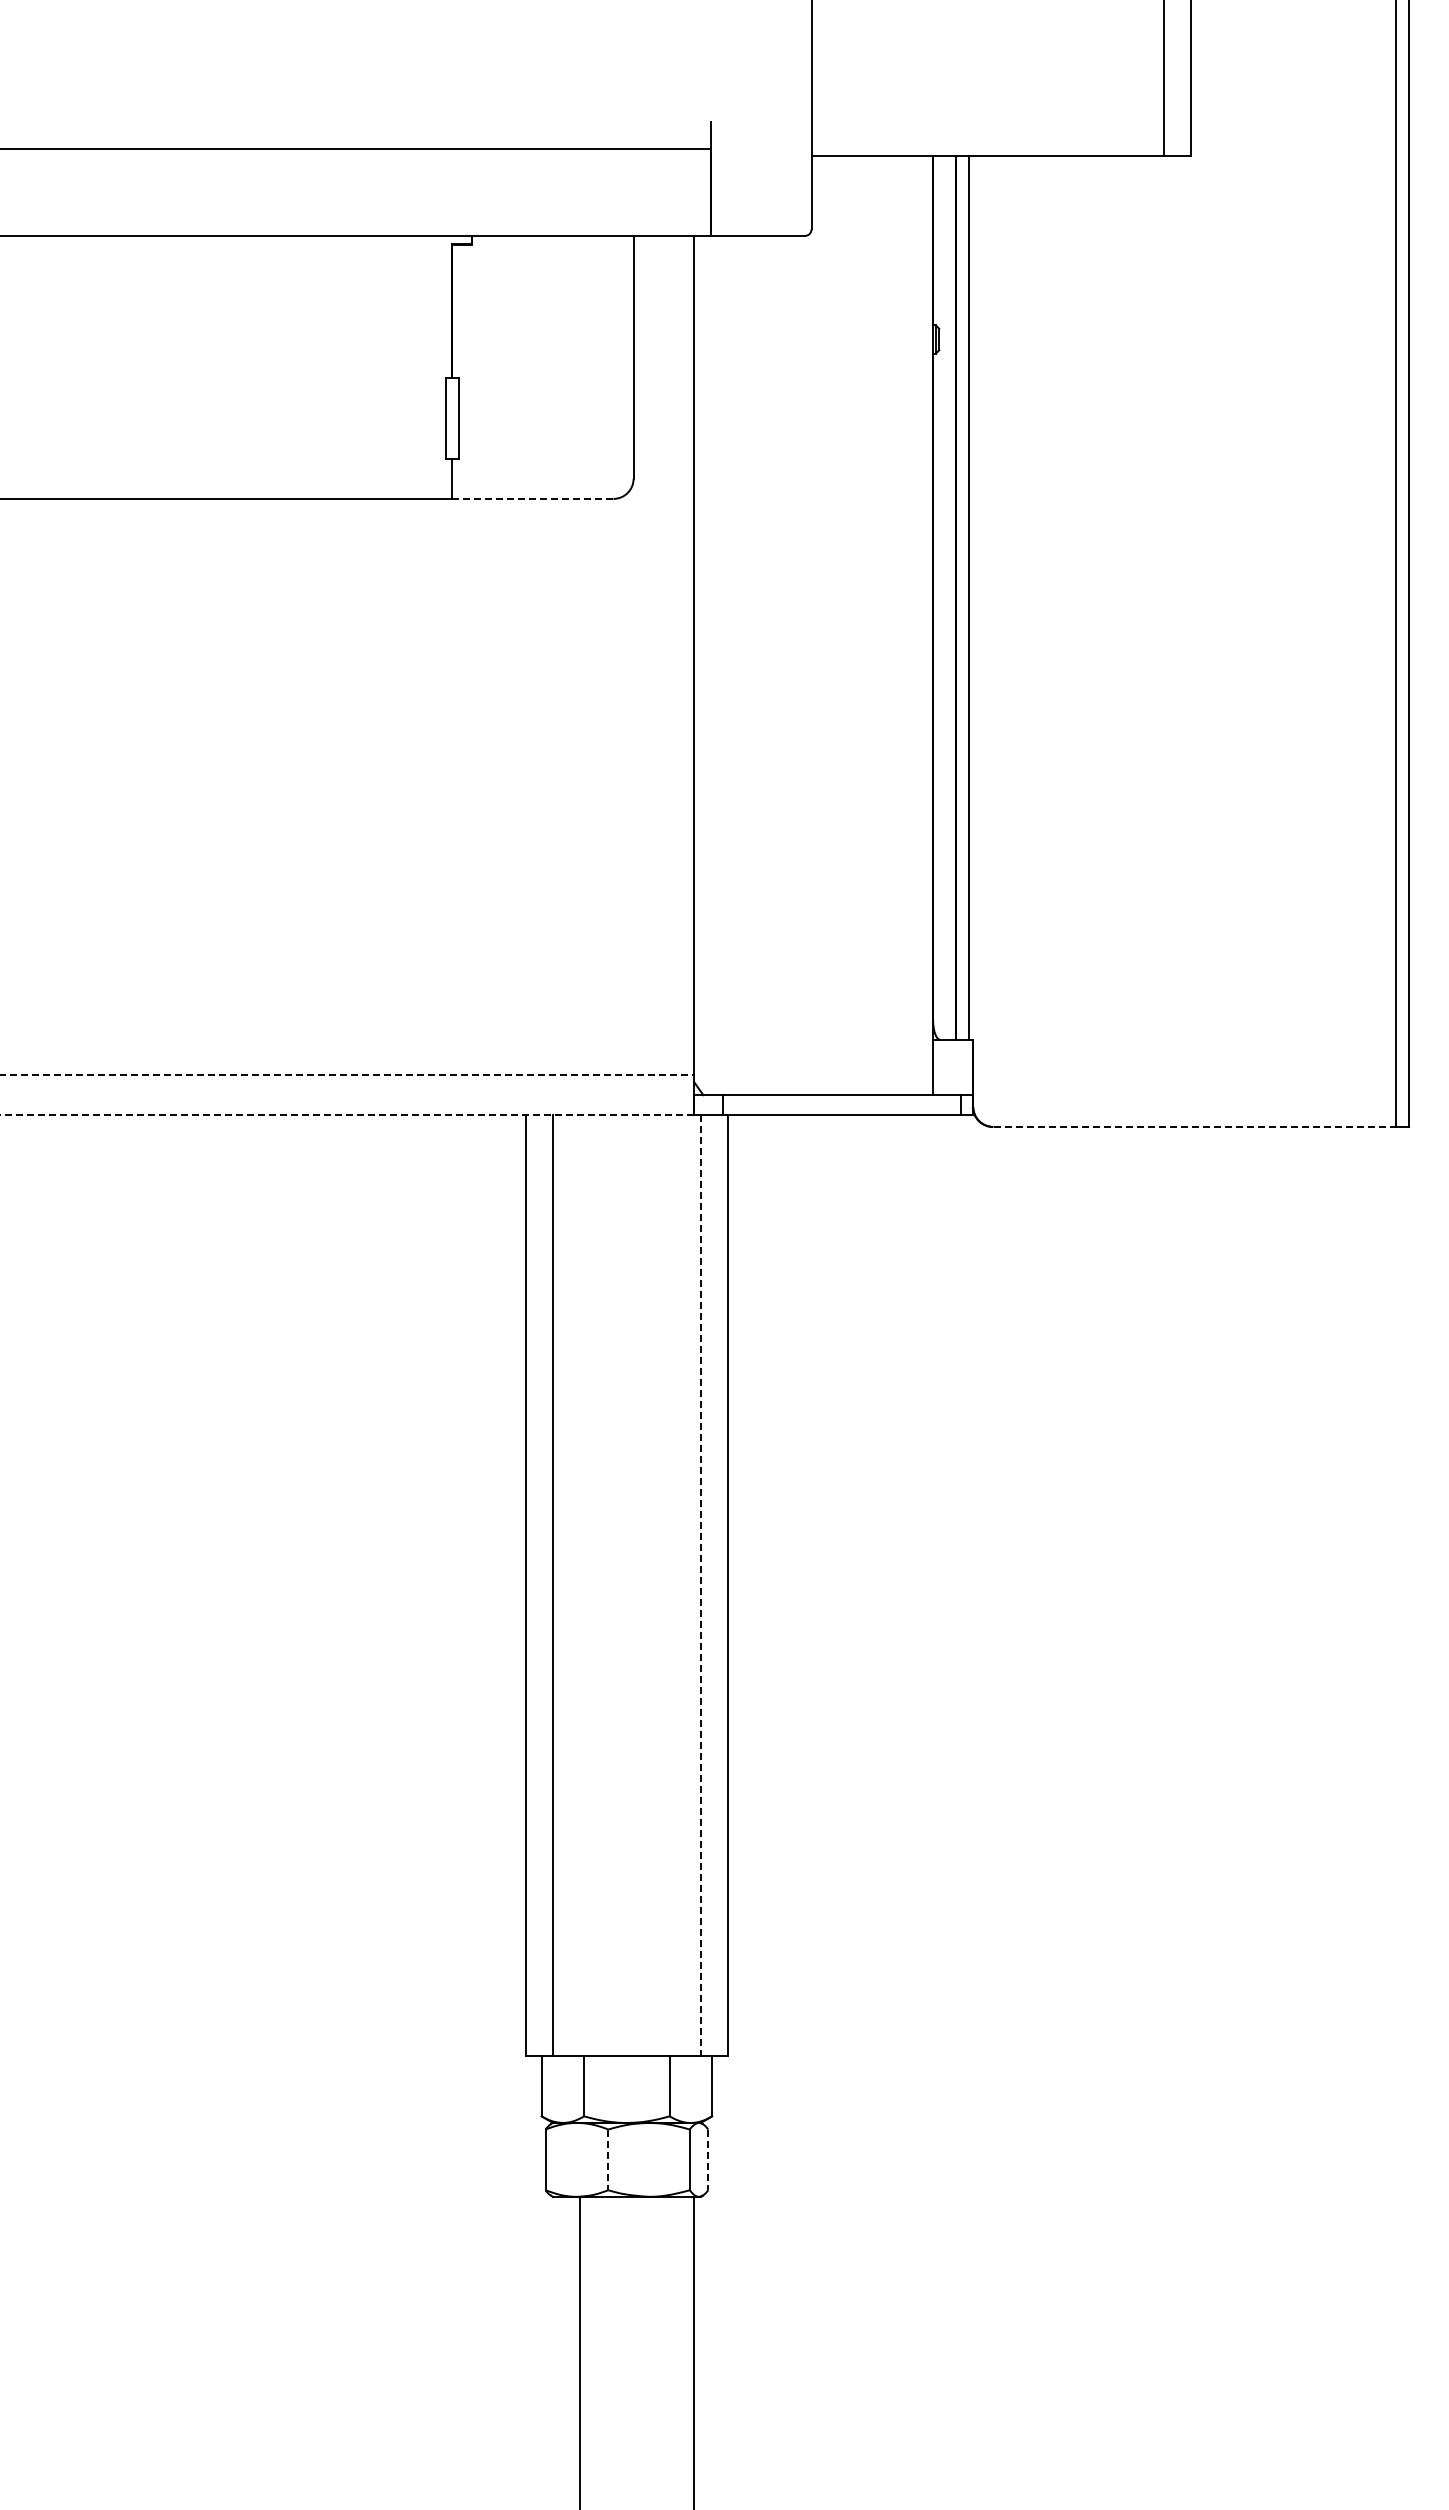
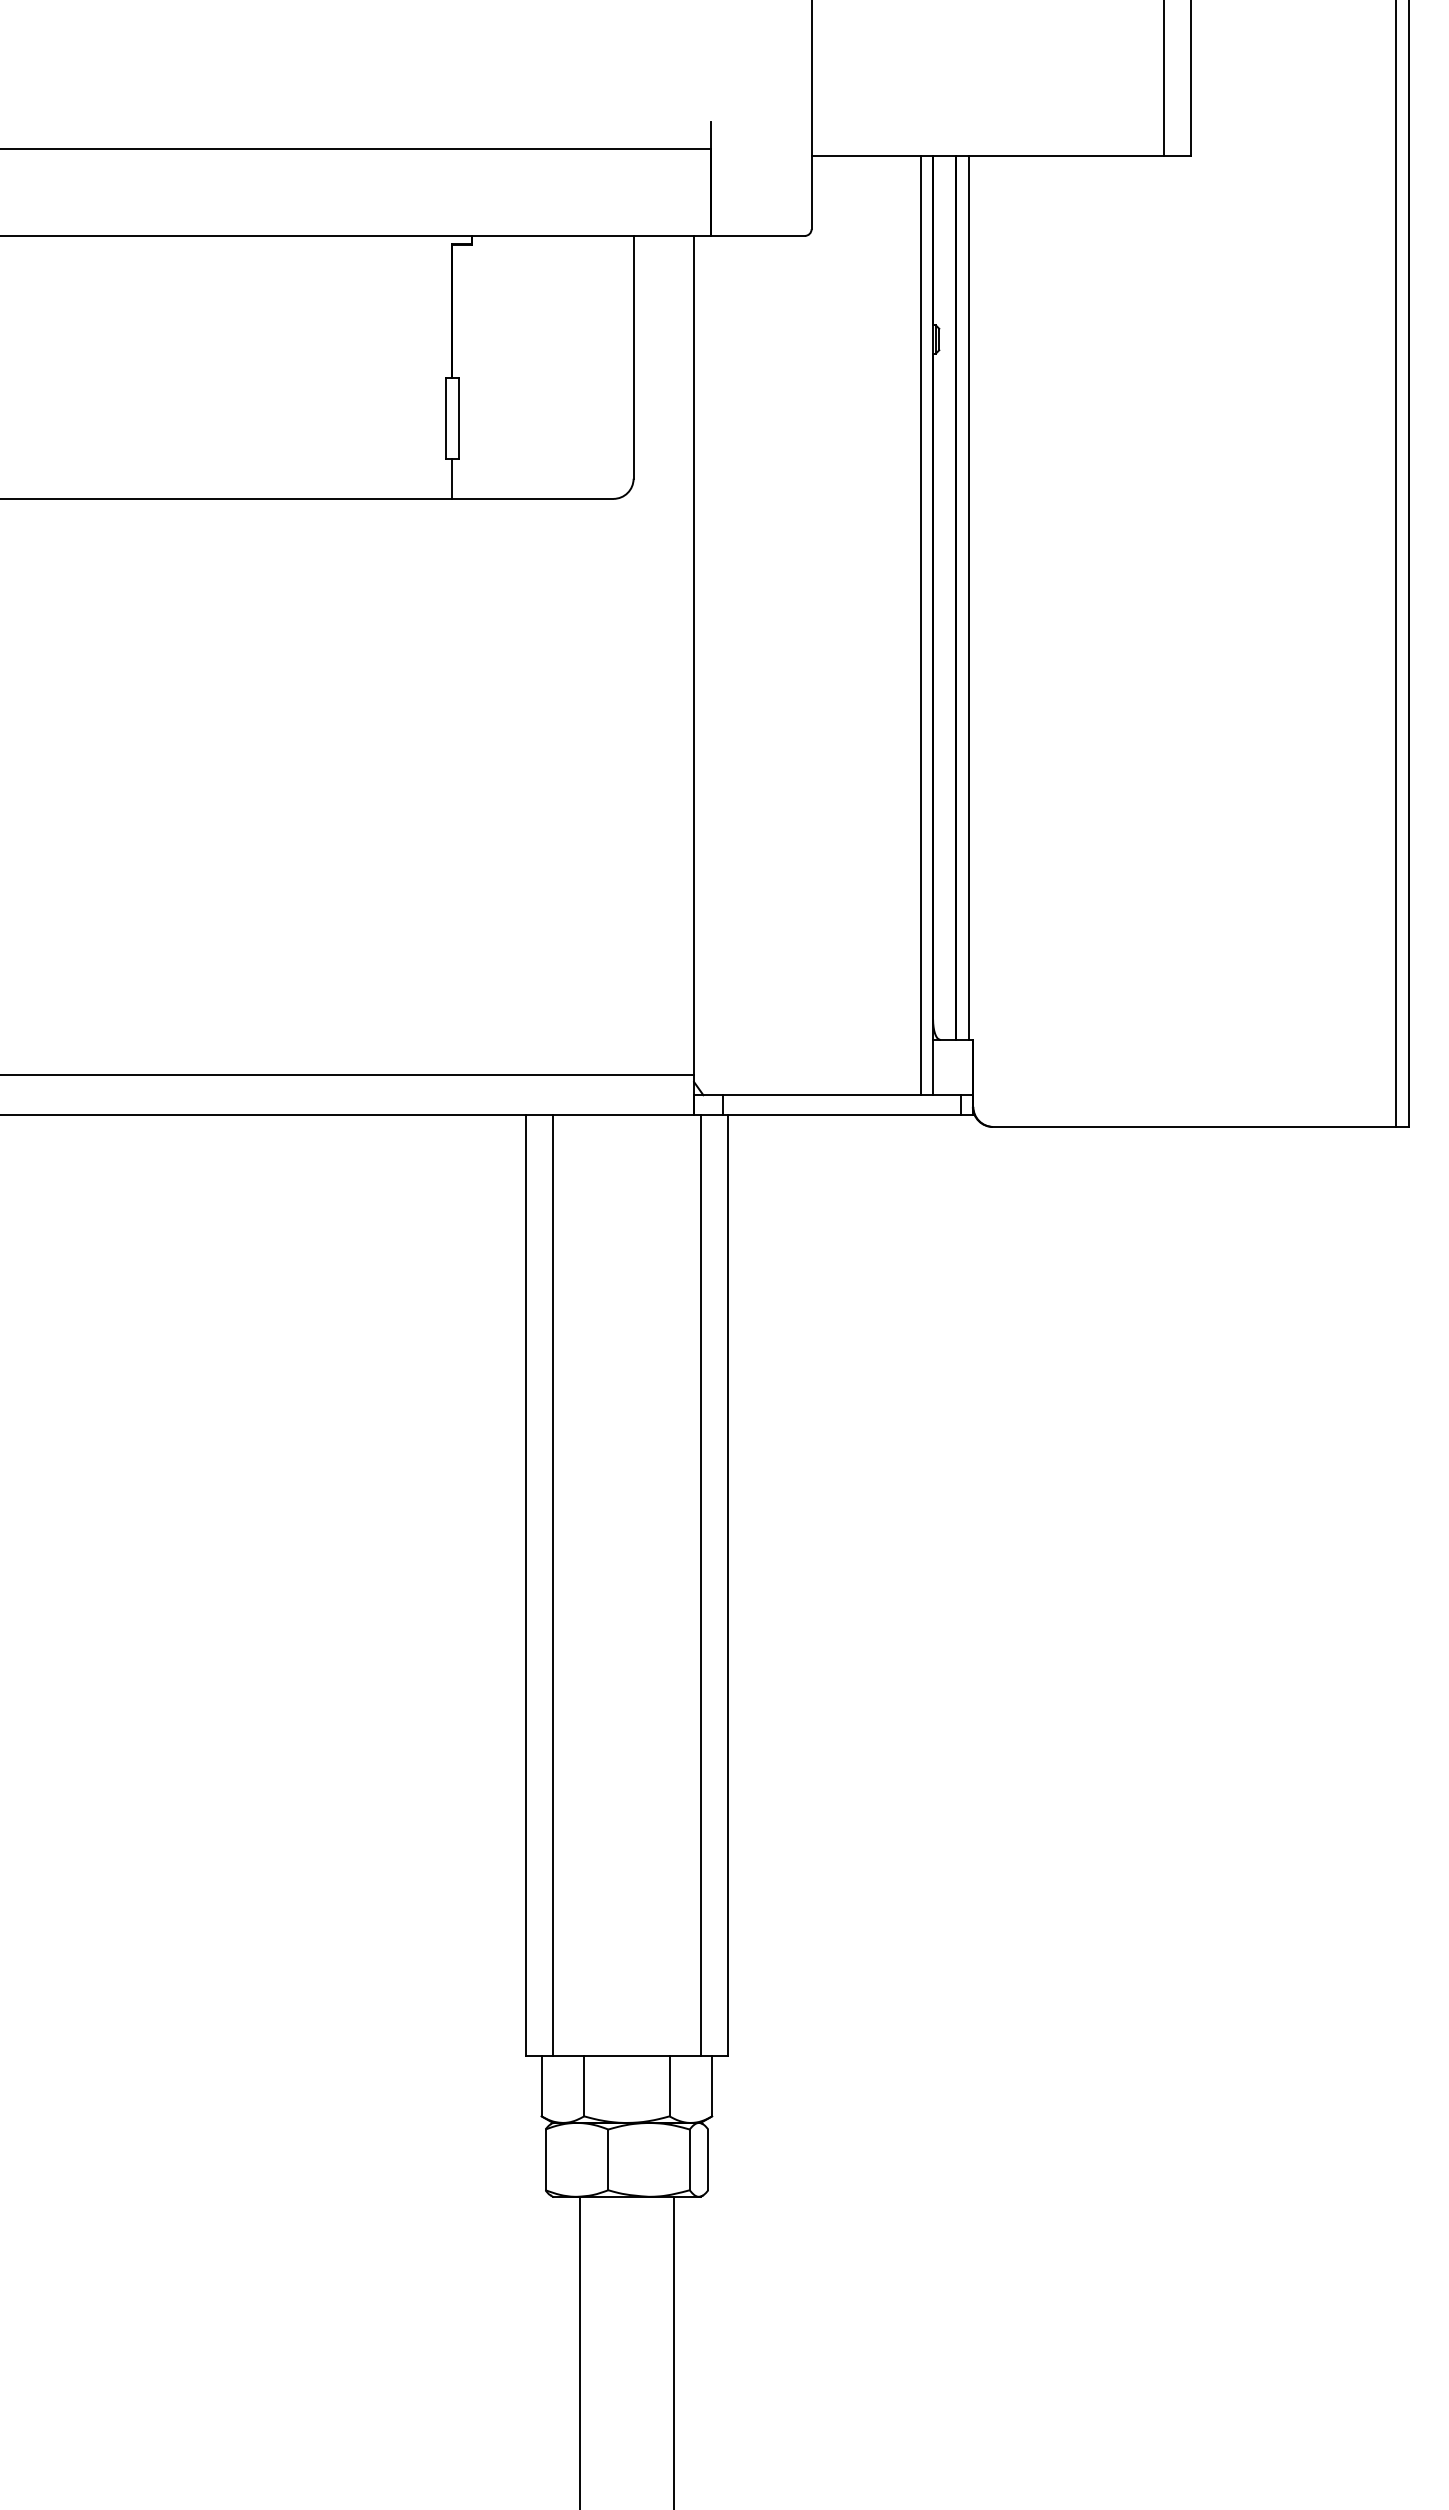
line at (532, 498): dashed -> solid
line at (920, 625): none -> present
line at (347, 1075): dashed -> solid
line at (347, 1115): dashed -> solid
line at (1195, 1126): dashed -> solid
line at (700, 1586): dashed -> solid
line at (608, 2160): dashed -> solid
line at (708, 2160): dashed -> solid
line at (693, 2351) position: (693, 2351) -> (673, 2351)
